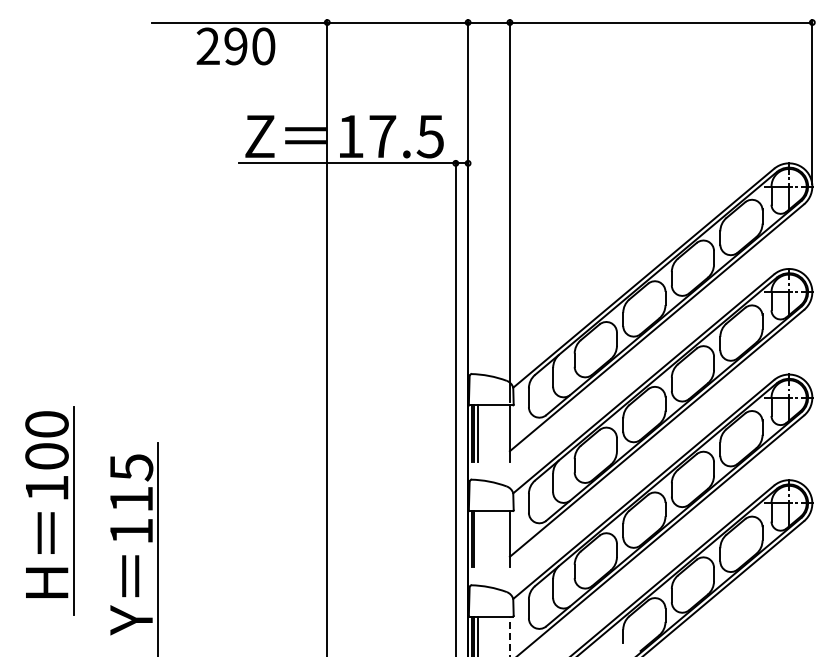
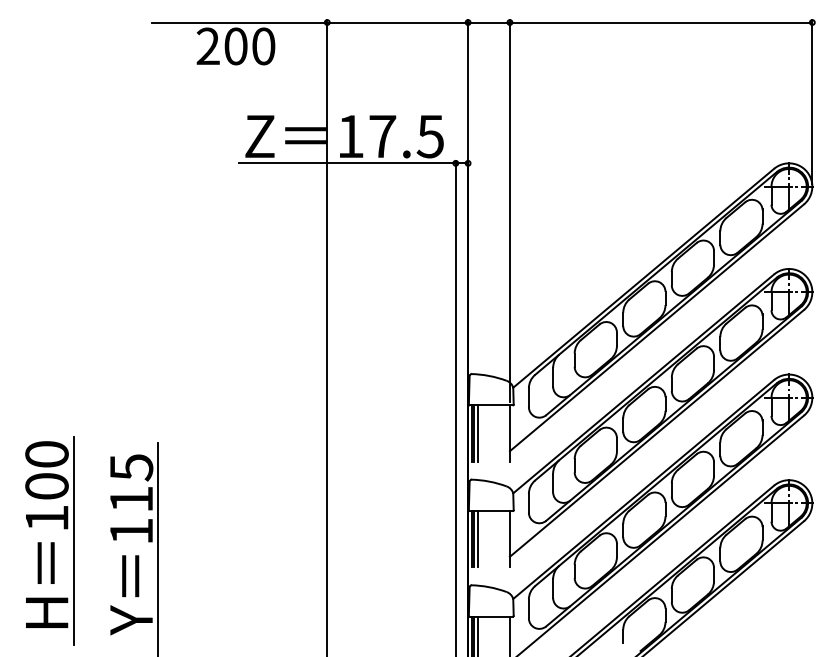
text at (235, 46): 290 -> 200
part at (49, 510) position: (49, 510) -> (49, 540)
line at (478, 538): none -> present
line at (509, 636): dashed -> solid
